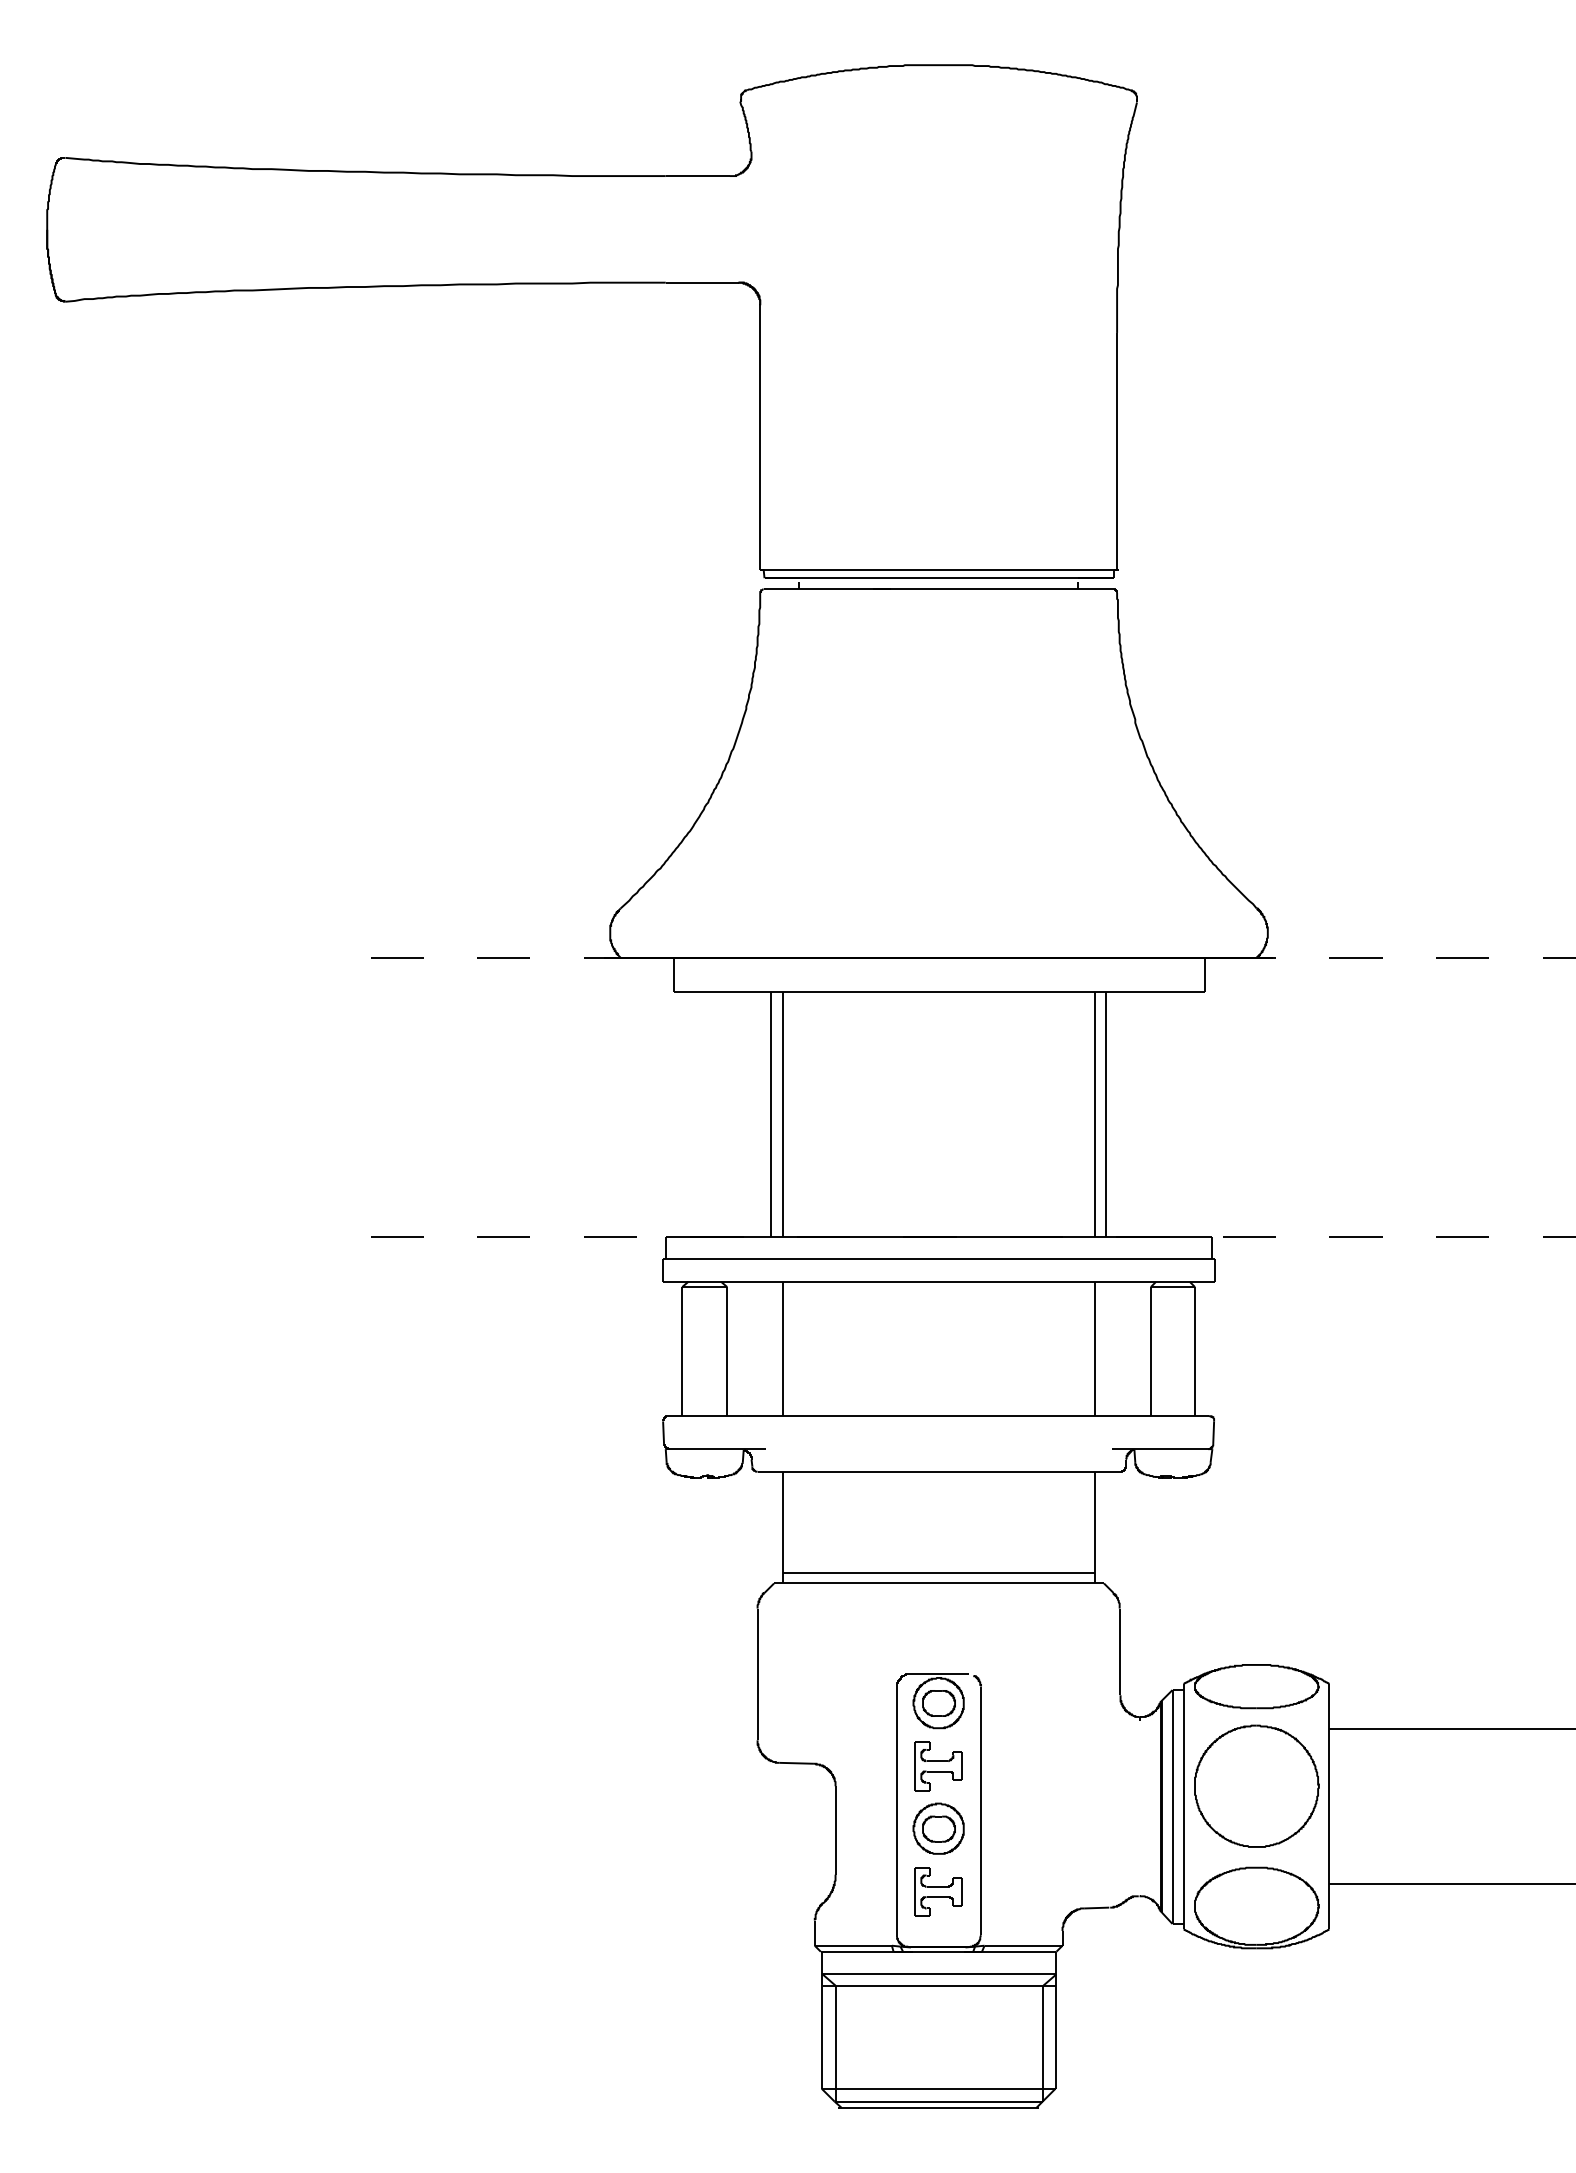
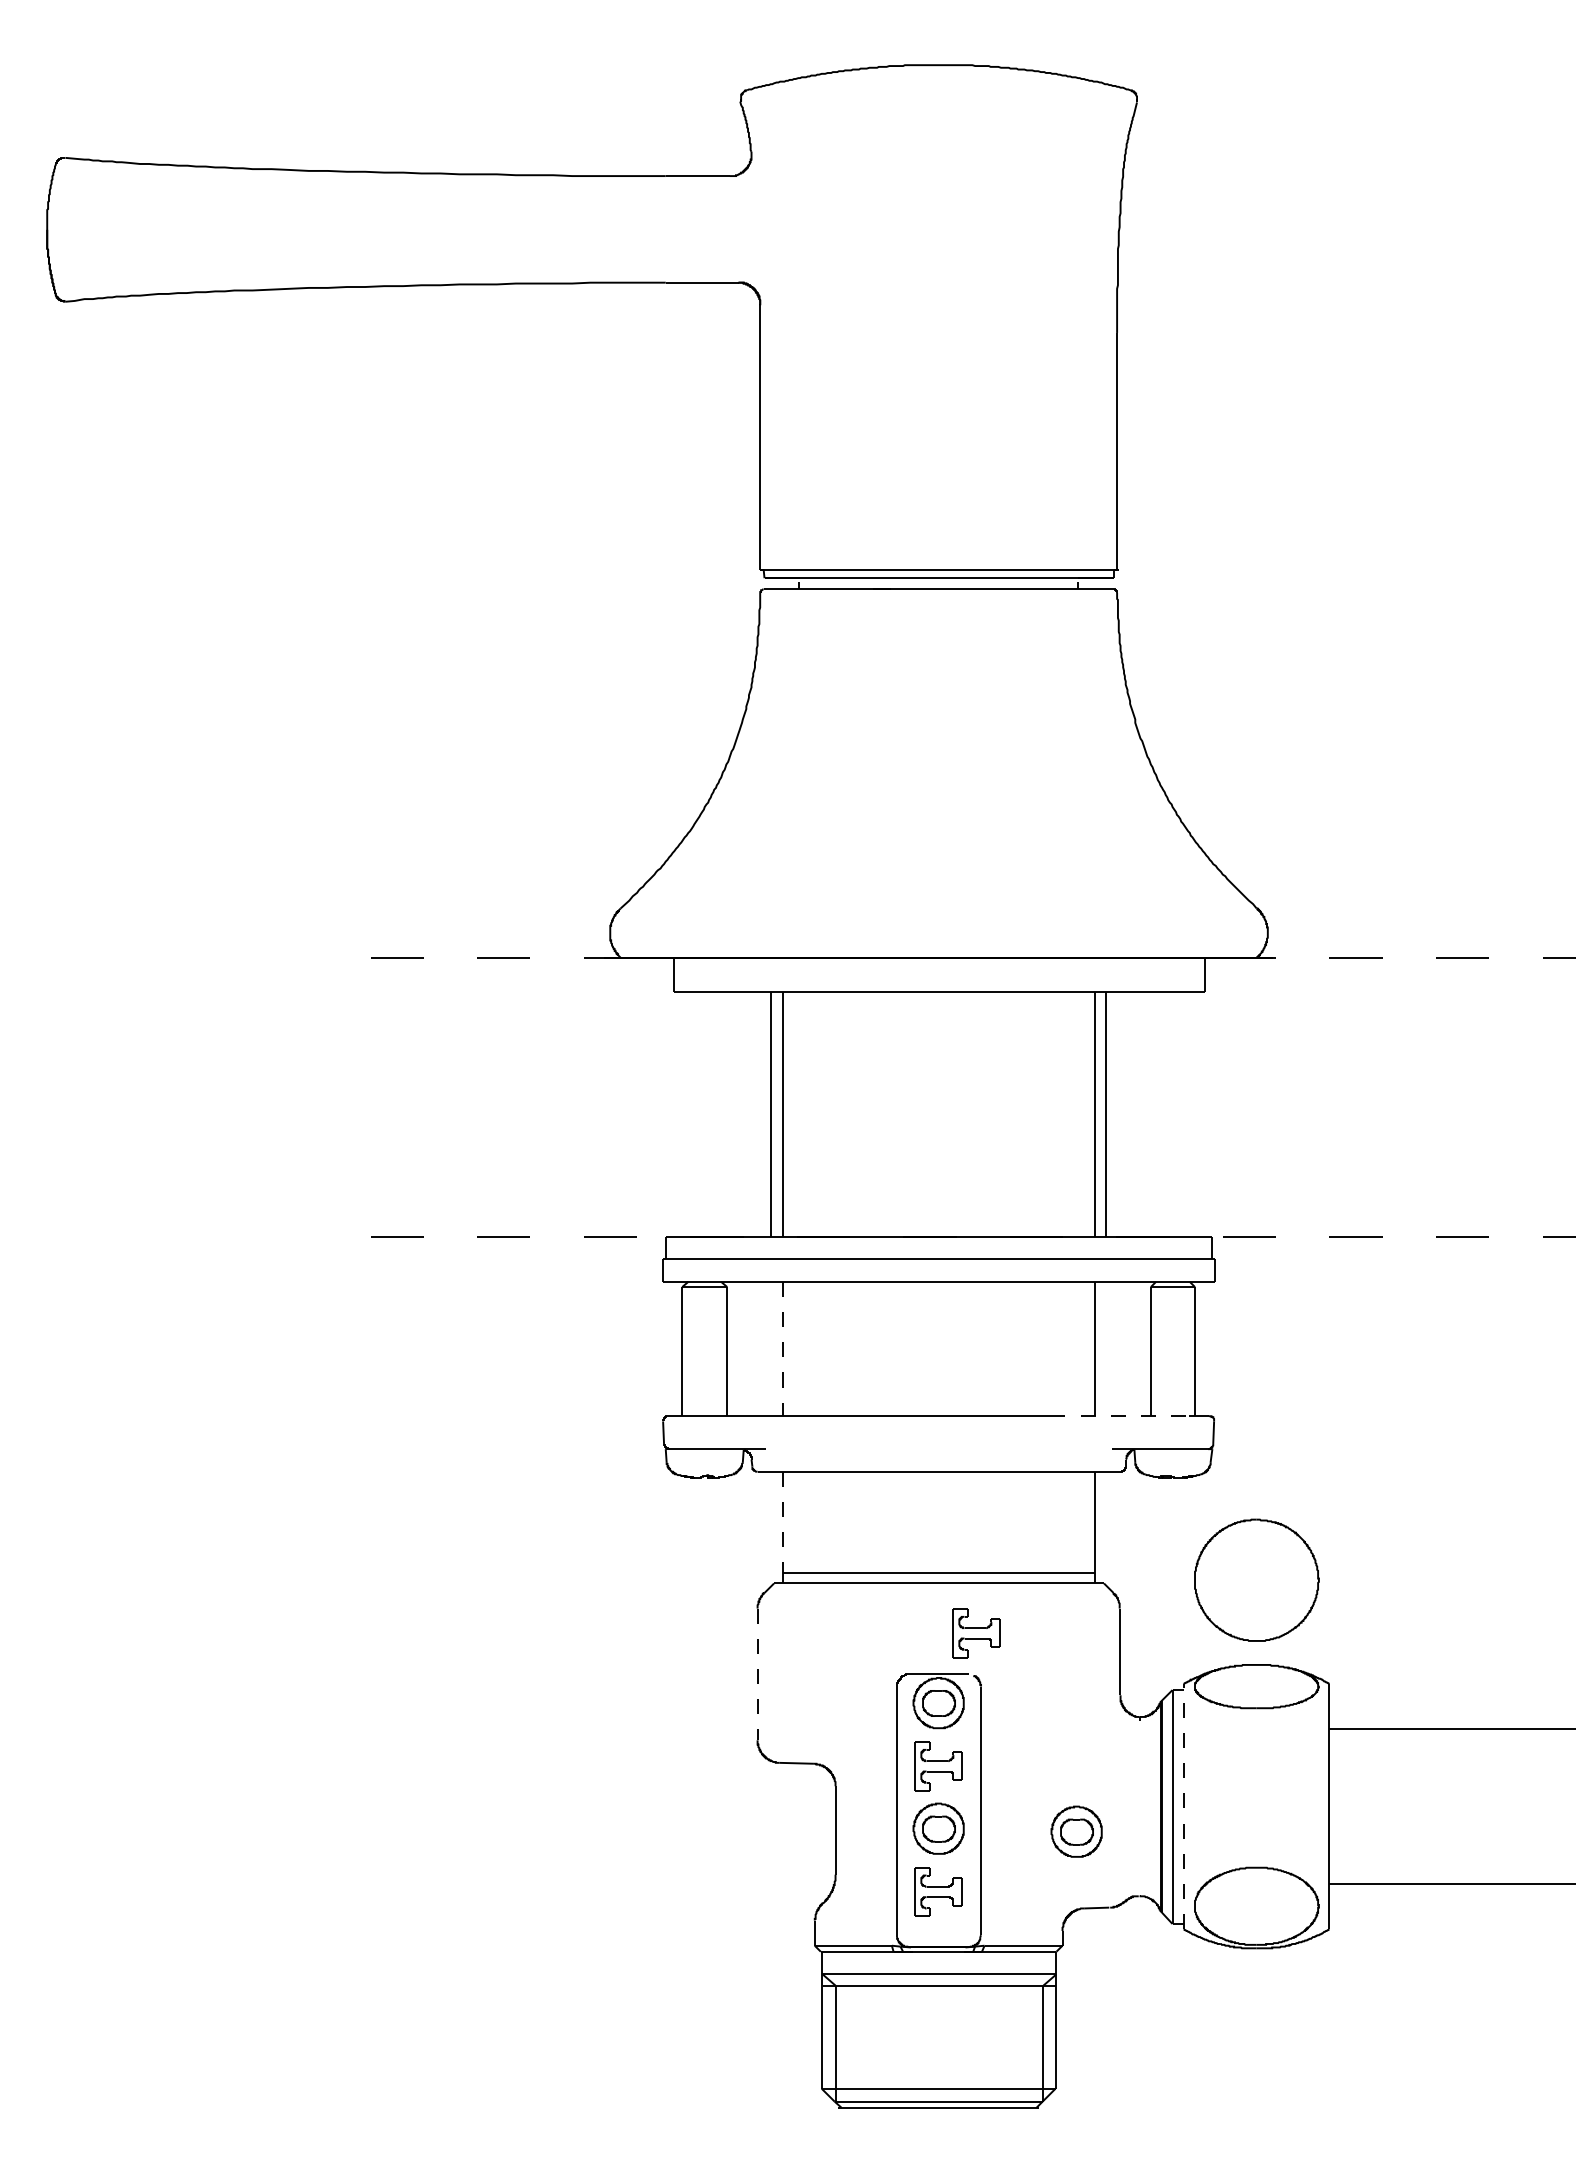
line at (782, 1349): solid -> dashed
line at (1120, 1416): solid -> dashed
line at (782, 1522): solid -> dashed
part at (976, 1633): none -> present
line at (757, 1674): solid -> dashed
part at (1256, 1785) position: (1256, 1785) -> (1256, 1579)
line at (1183, 1806): solid -> dashed
part at (1076, 1831): none -> present
